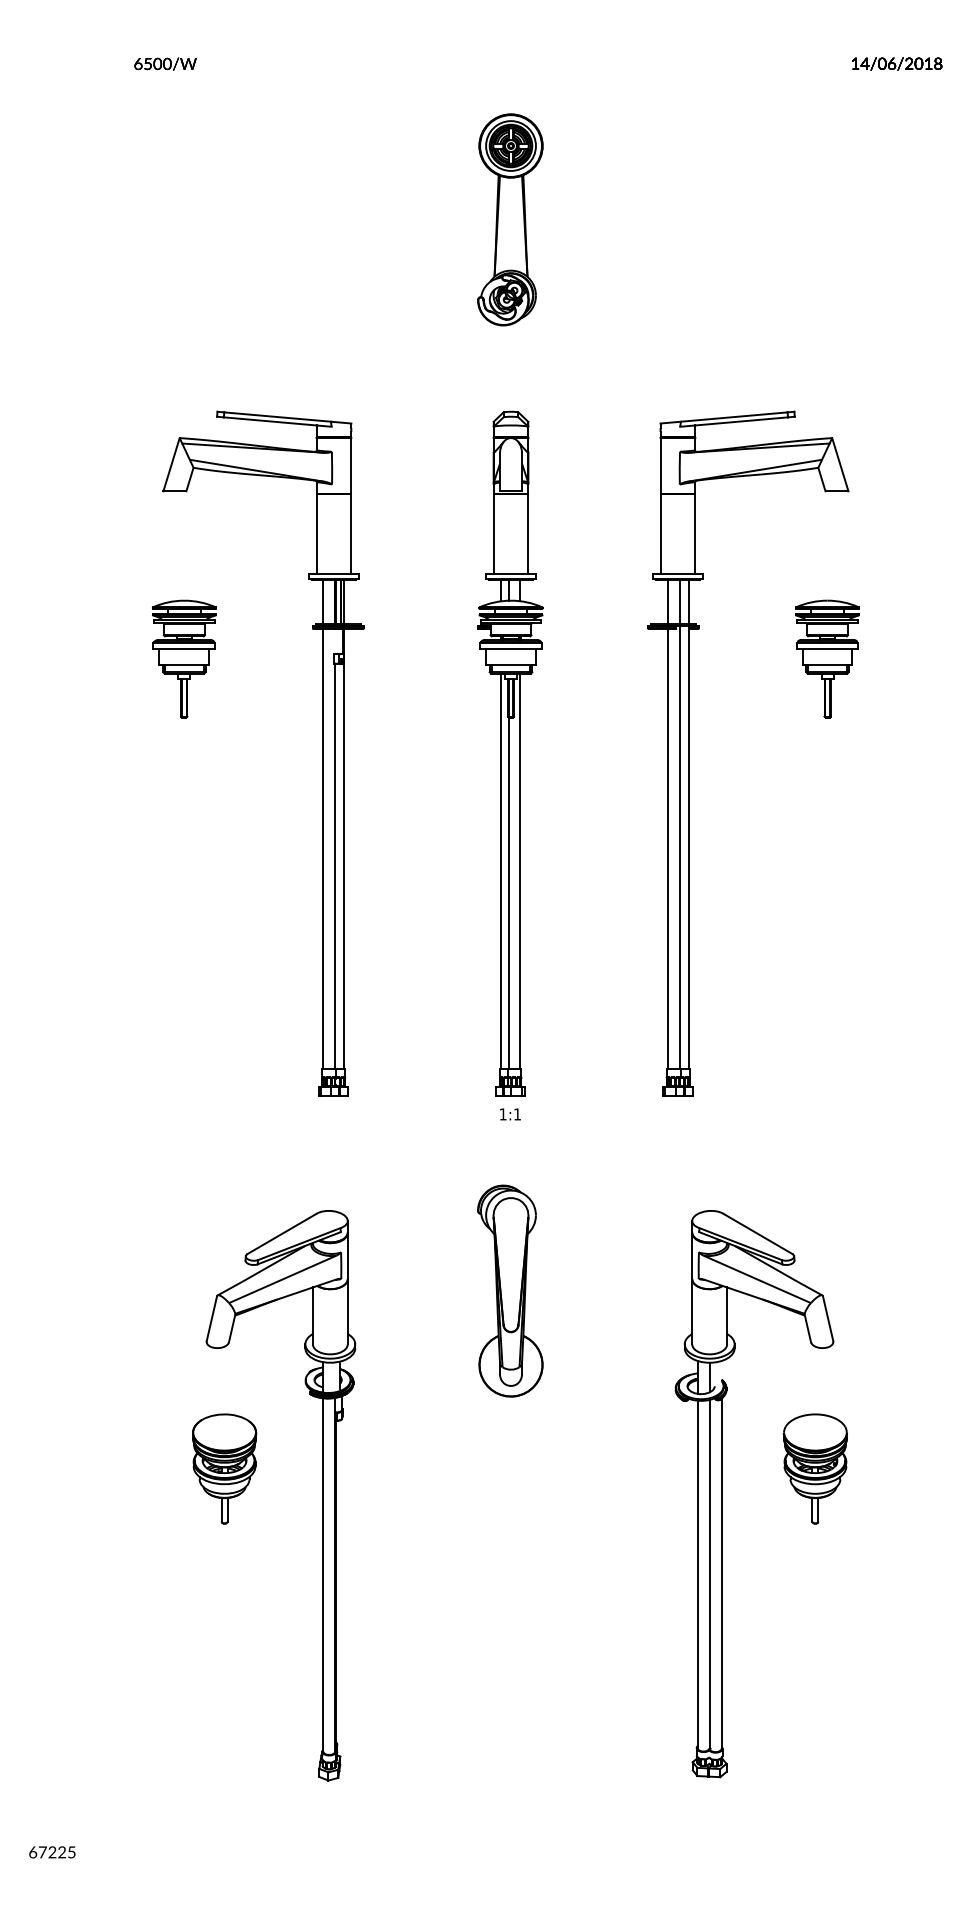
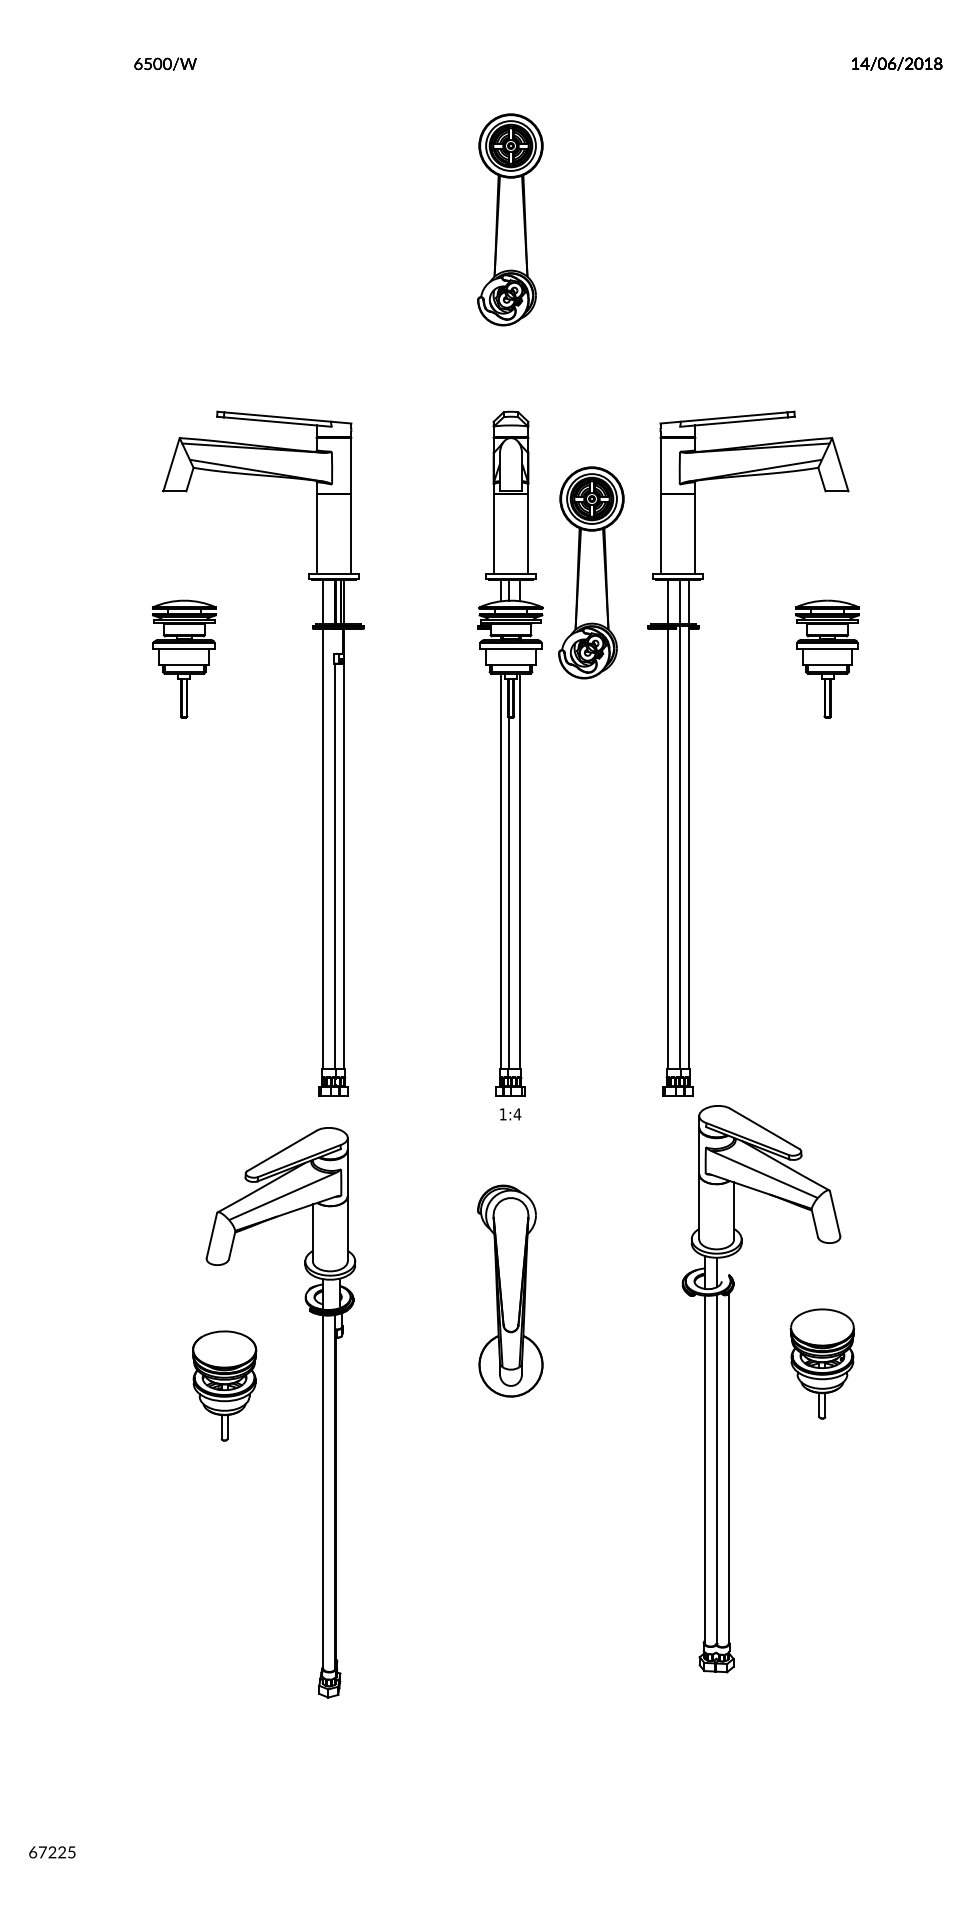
part at (591, 572): none -> present
text at (517, 1114): 1:1 -> 1:4
part at (789, 1481) position: (789, 1481) -> (796, 1376)
part at (249, 1483) position: (249, 1483) -> (249, 1400)
